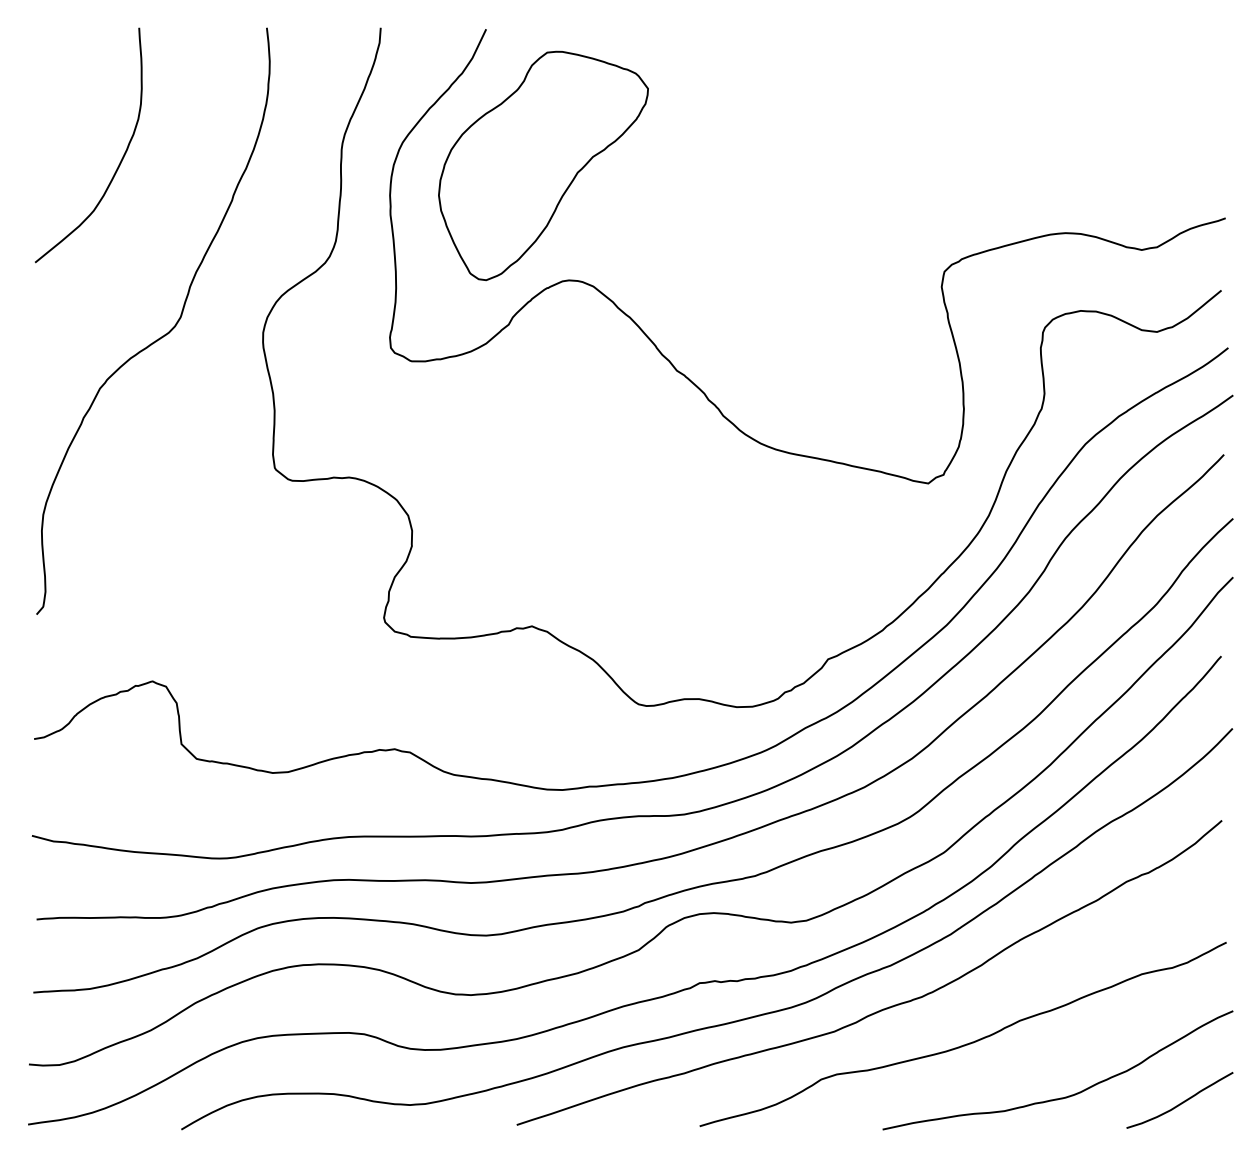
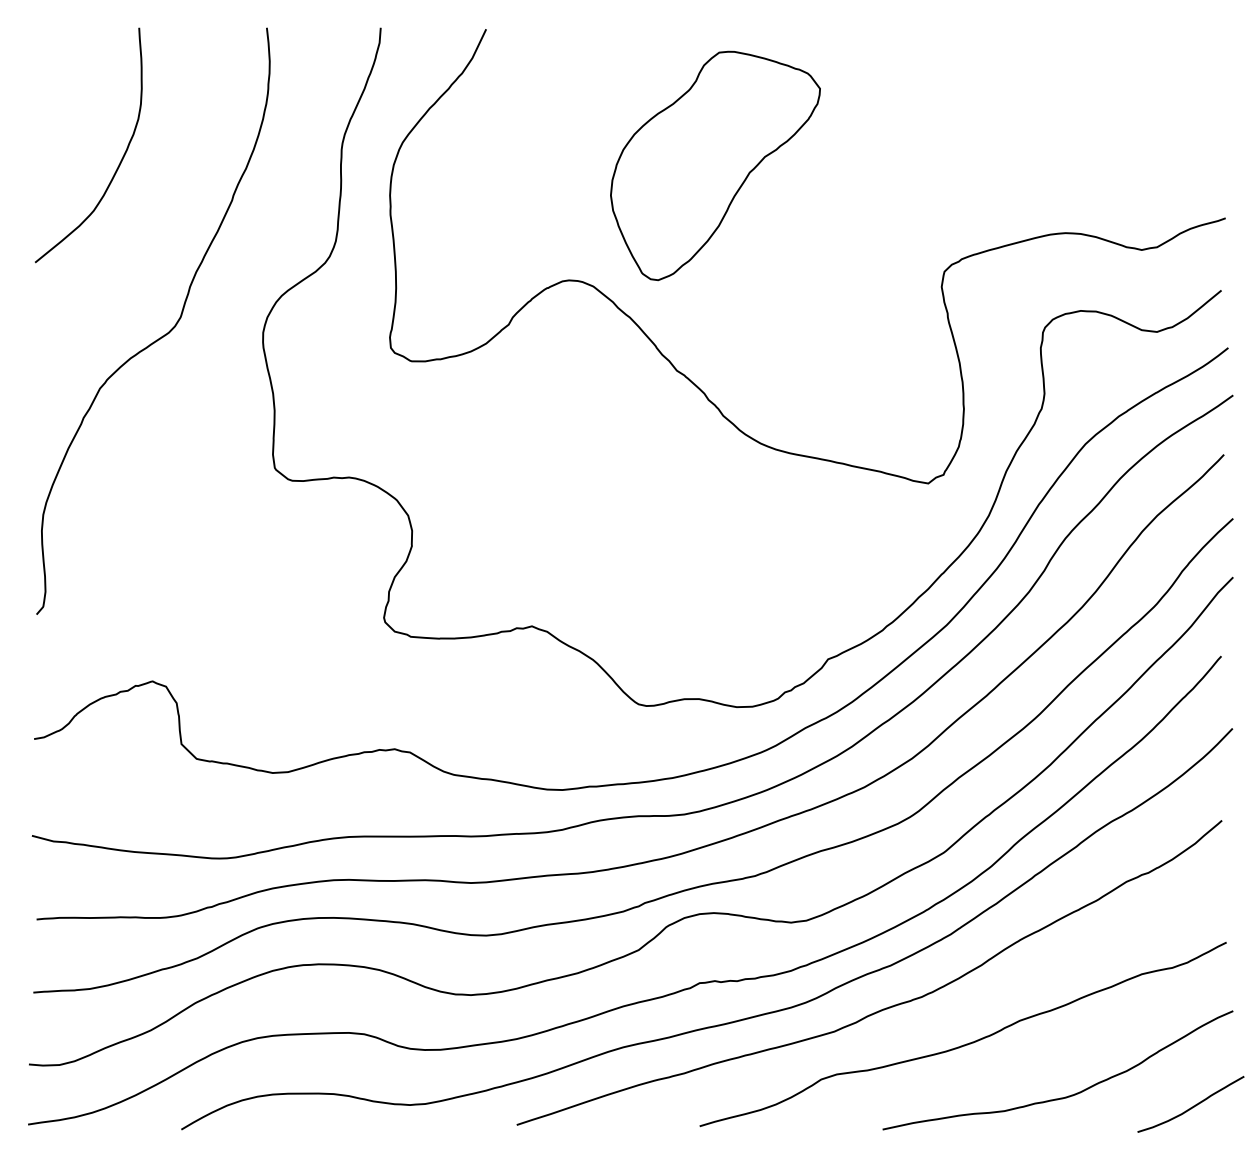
part at (543, 165) position: (543, 165) -> (715, 165)
curve at (1181, 1102) position: (1181, 1102) -> (1192, 1106)
